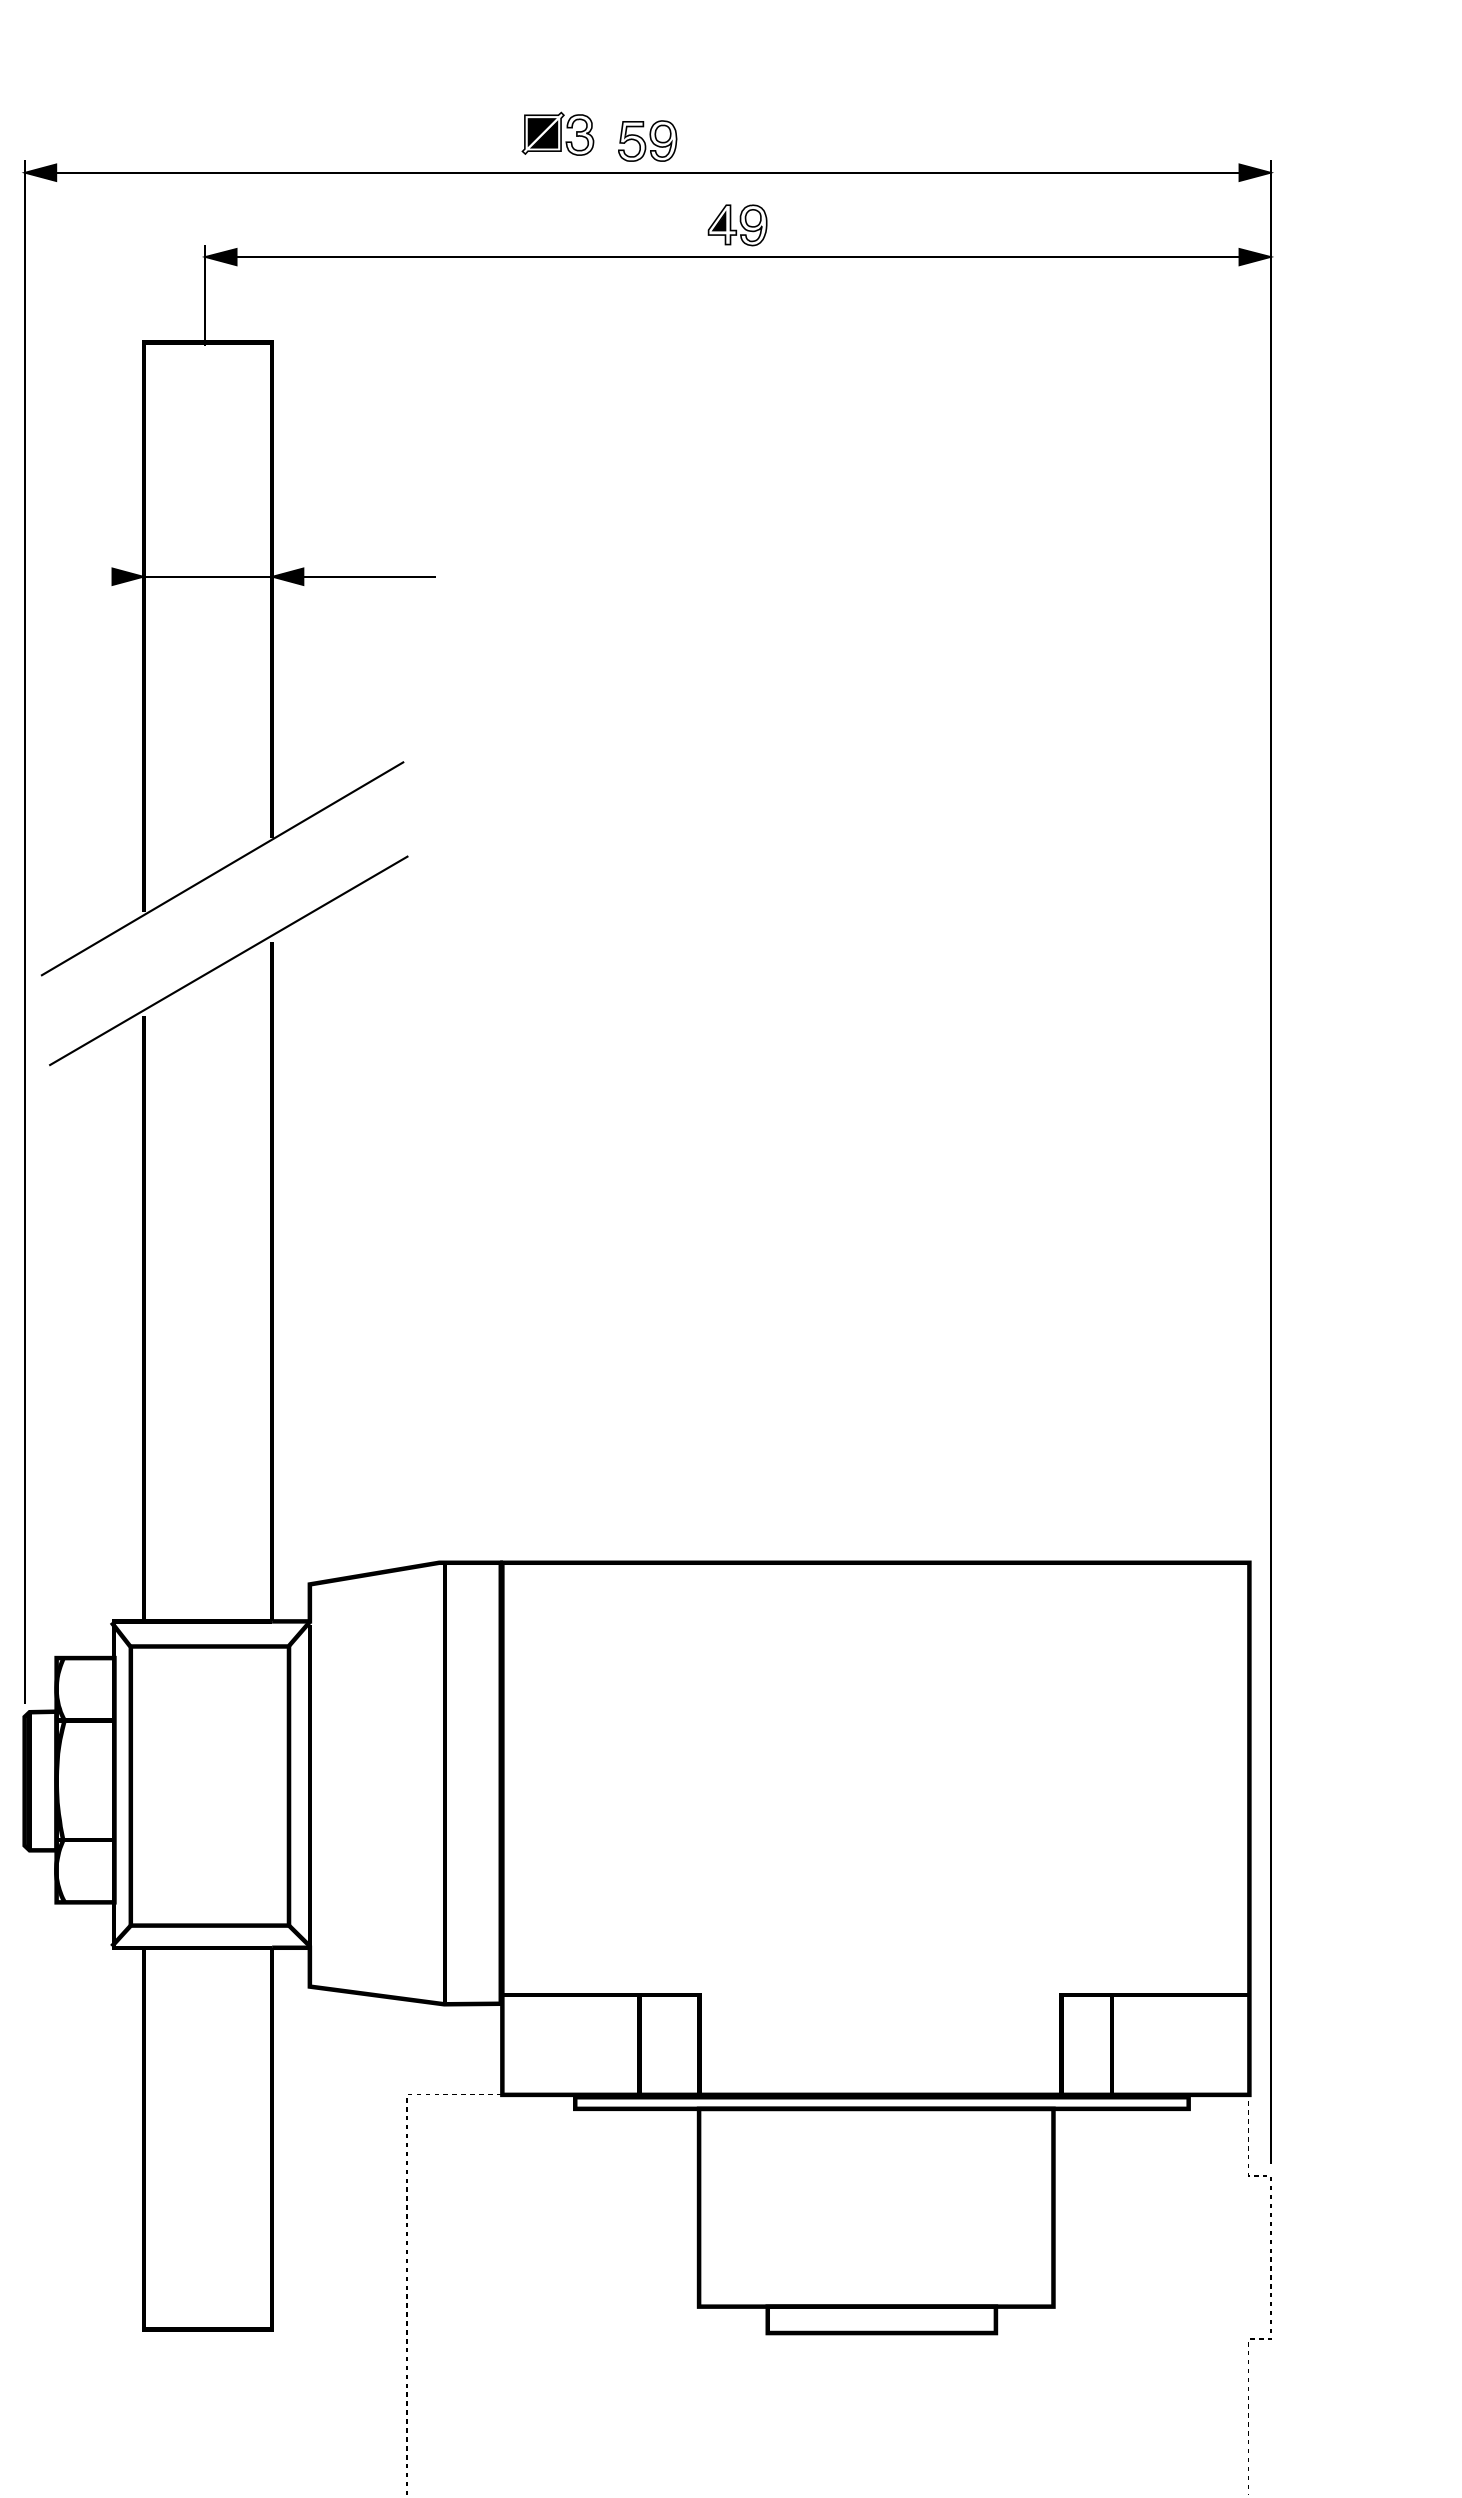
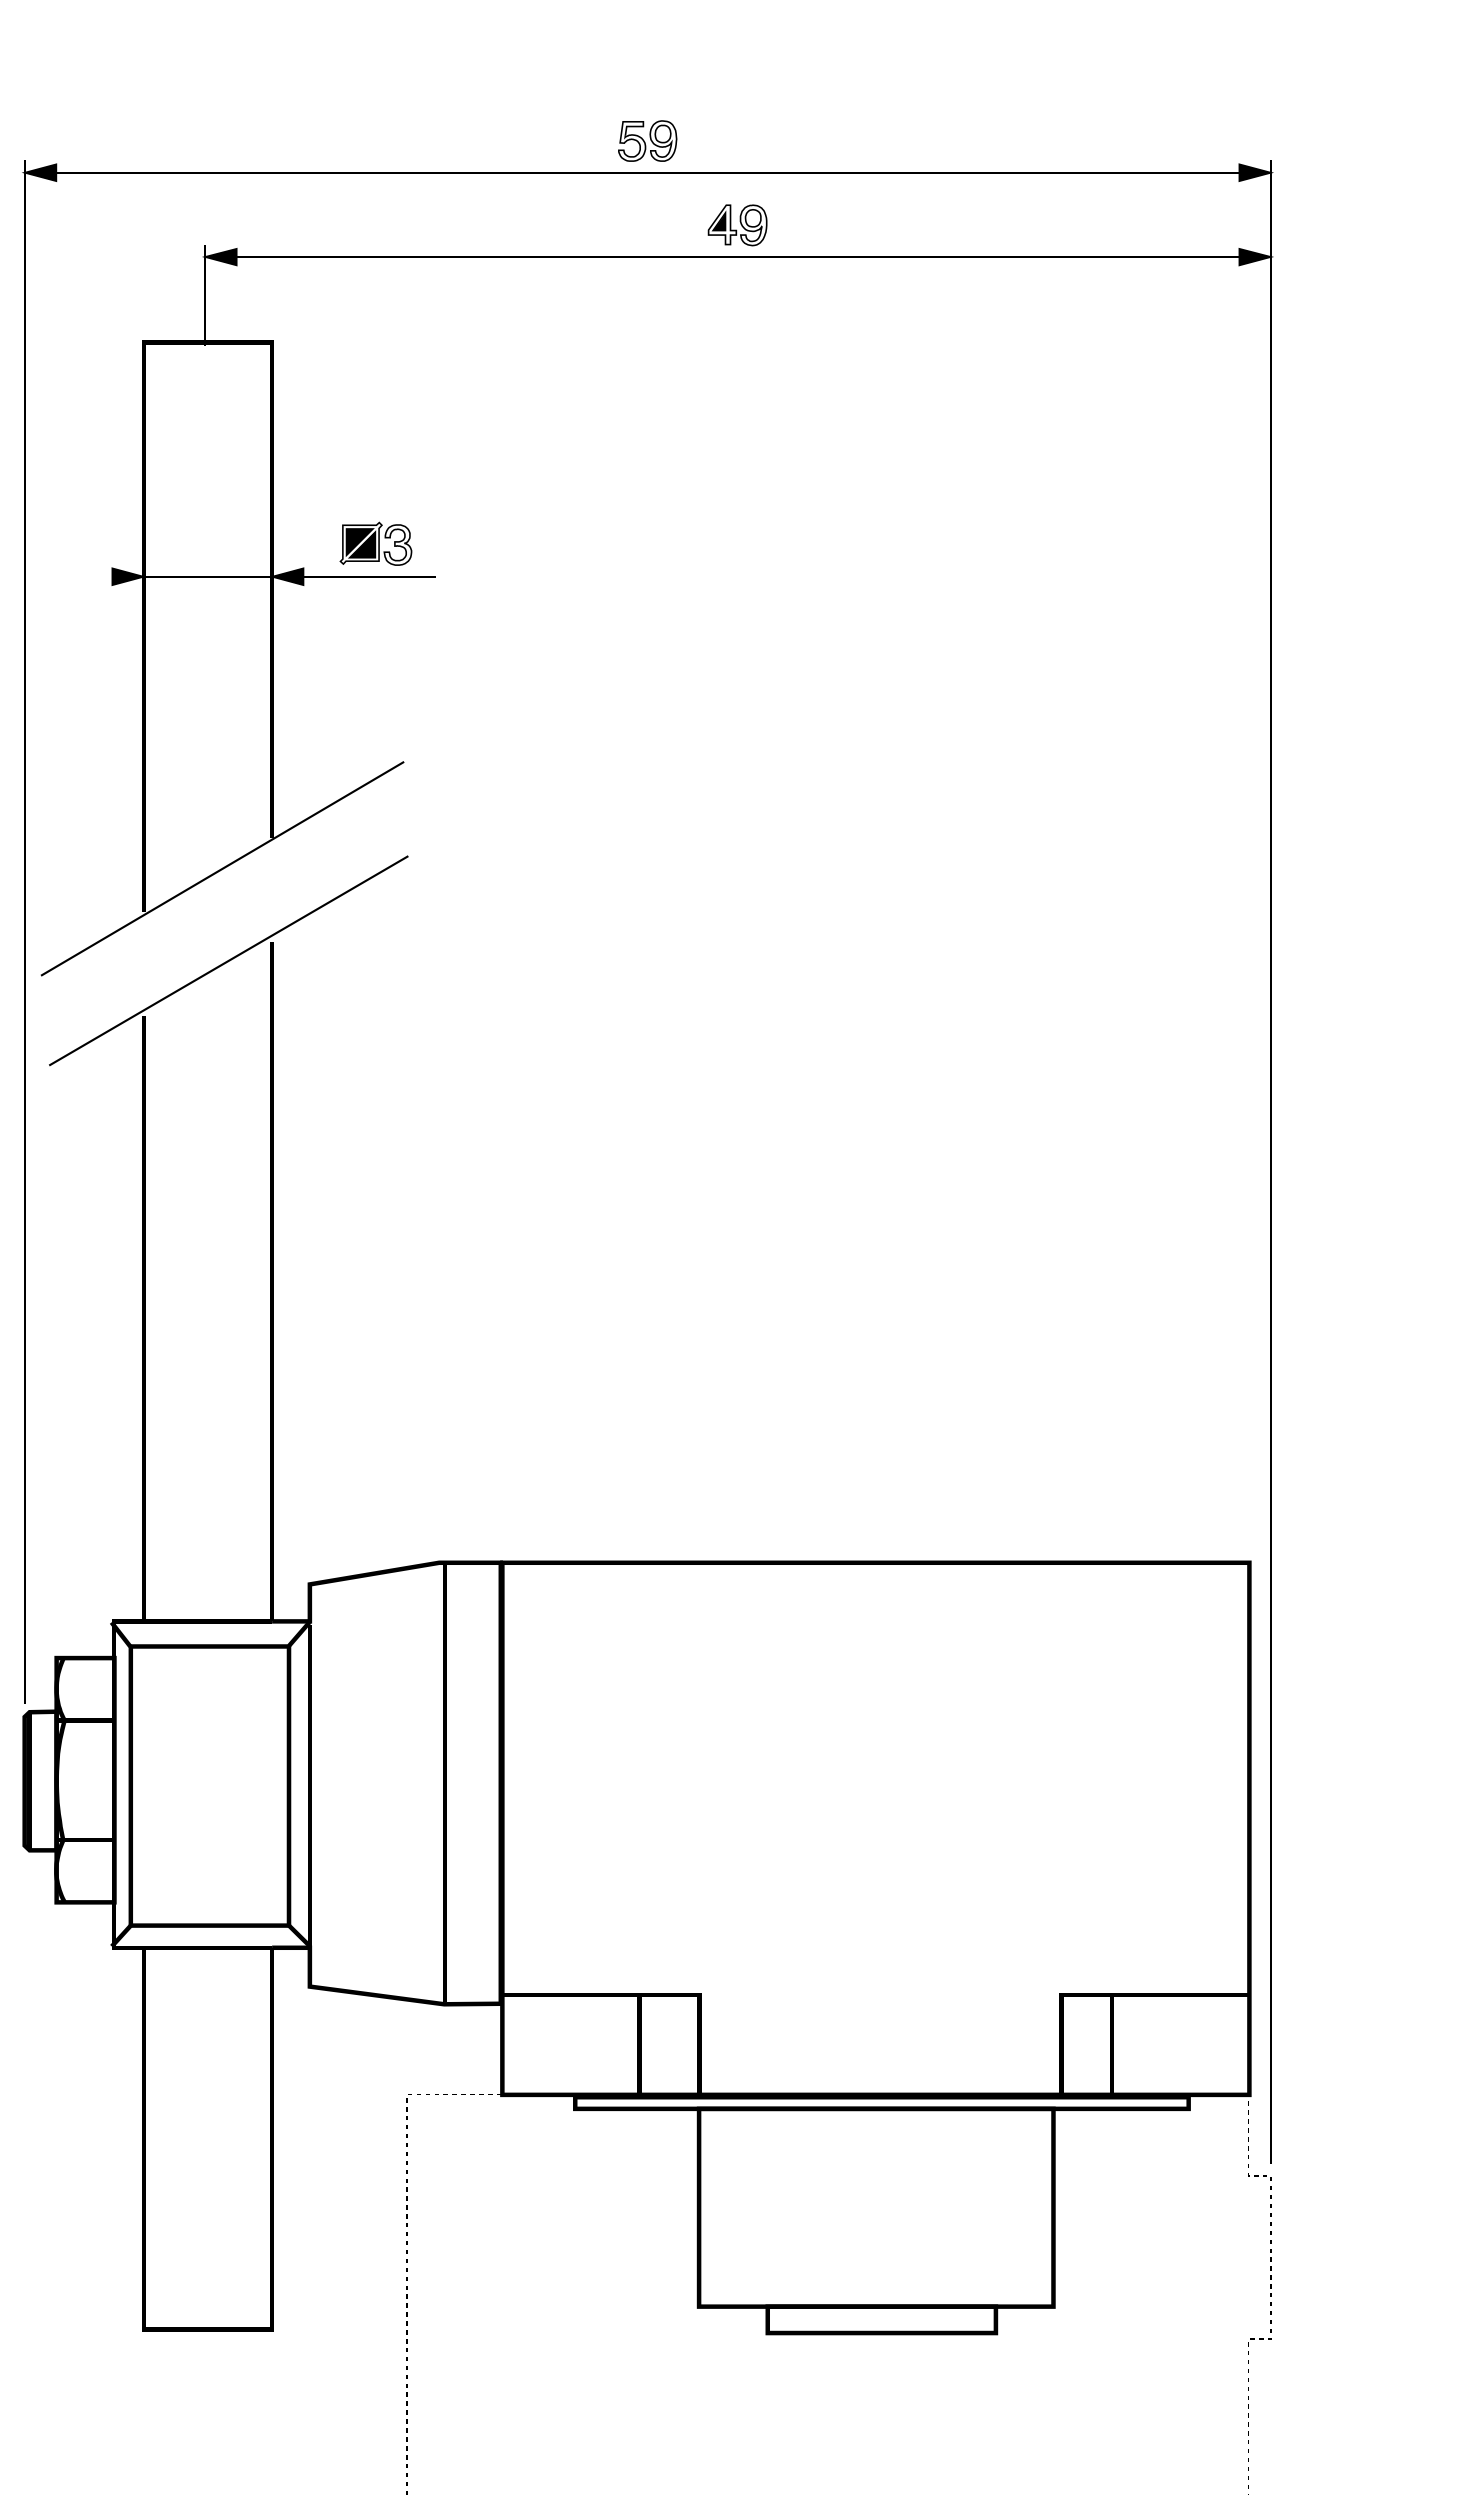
part at (557, 133) position: (557, 133) -> (375, 543)
